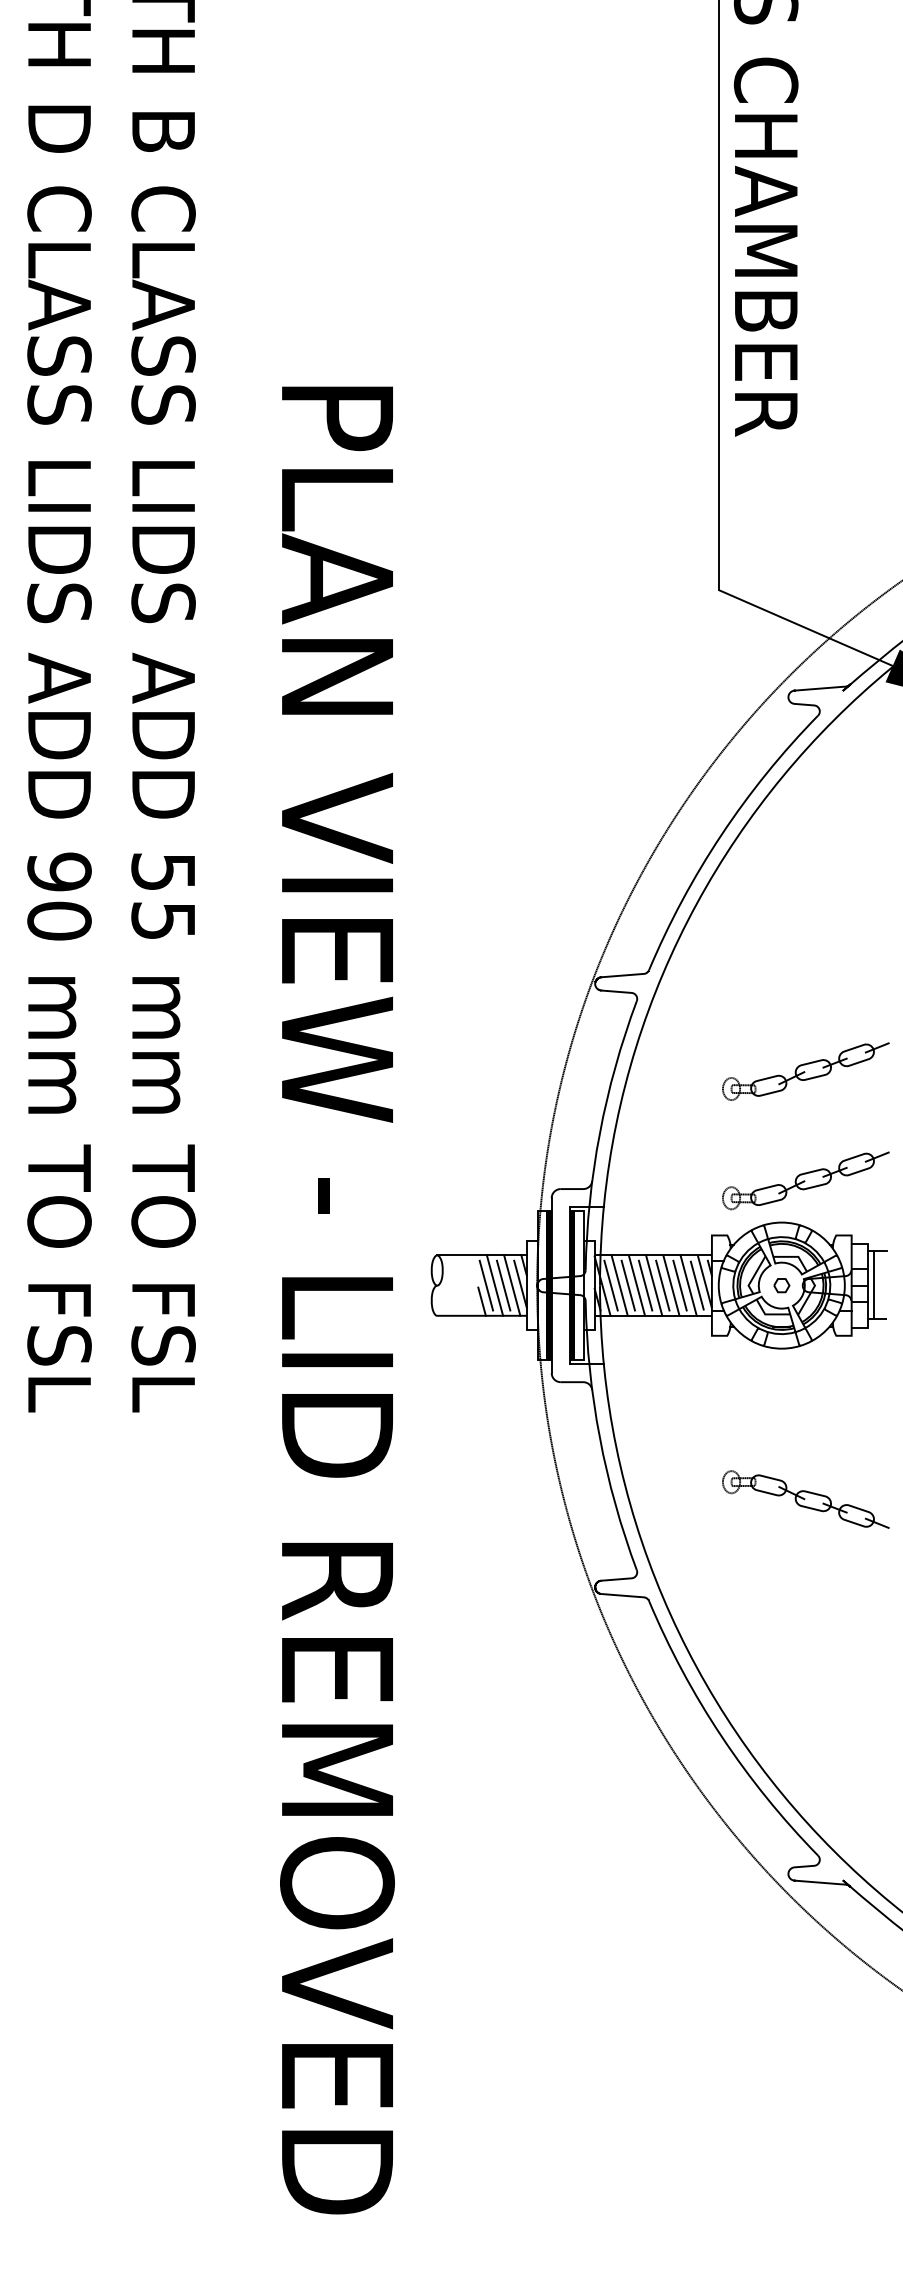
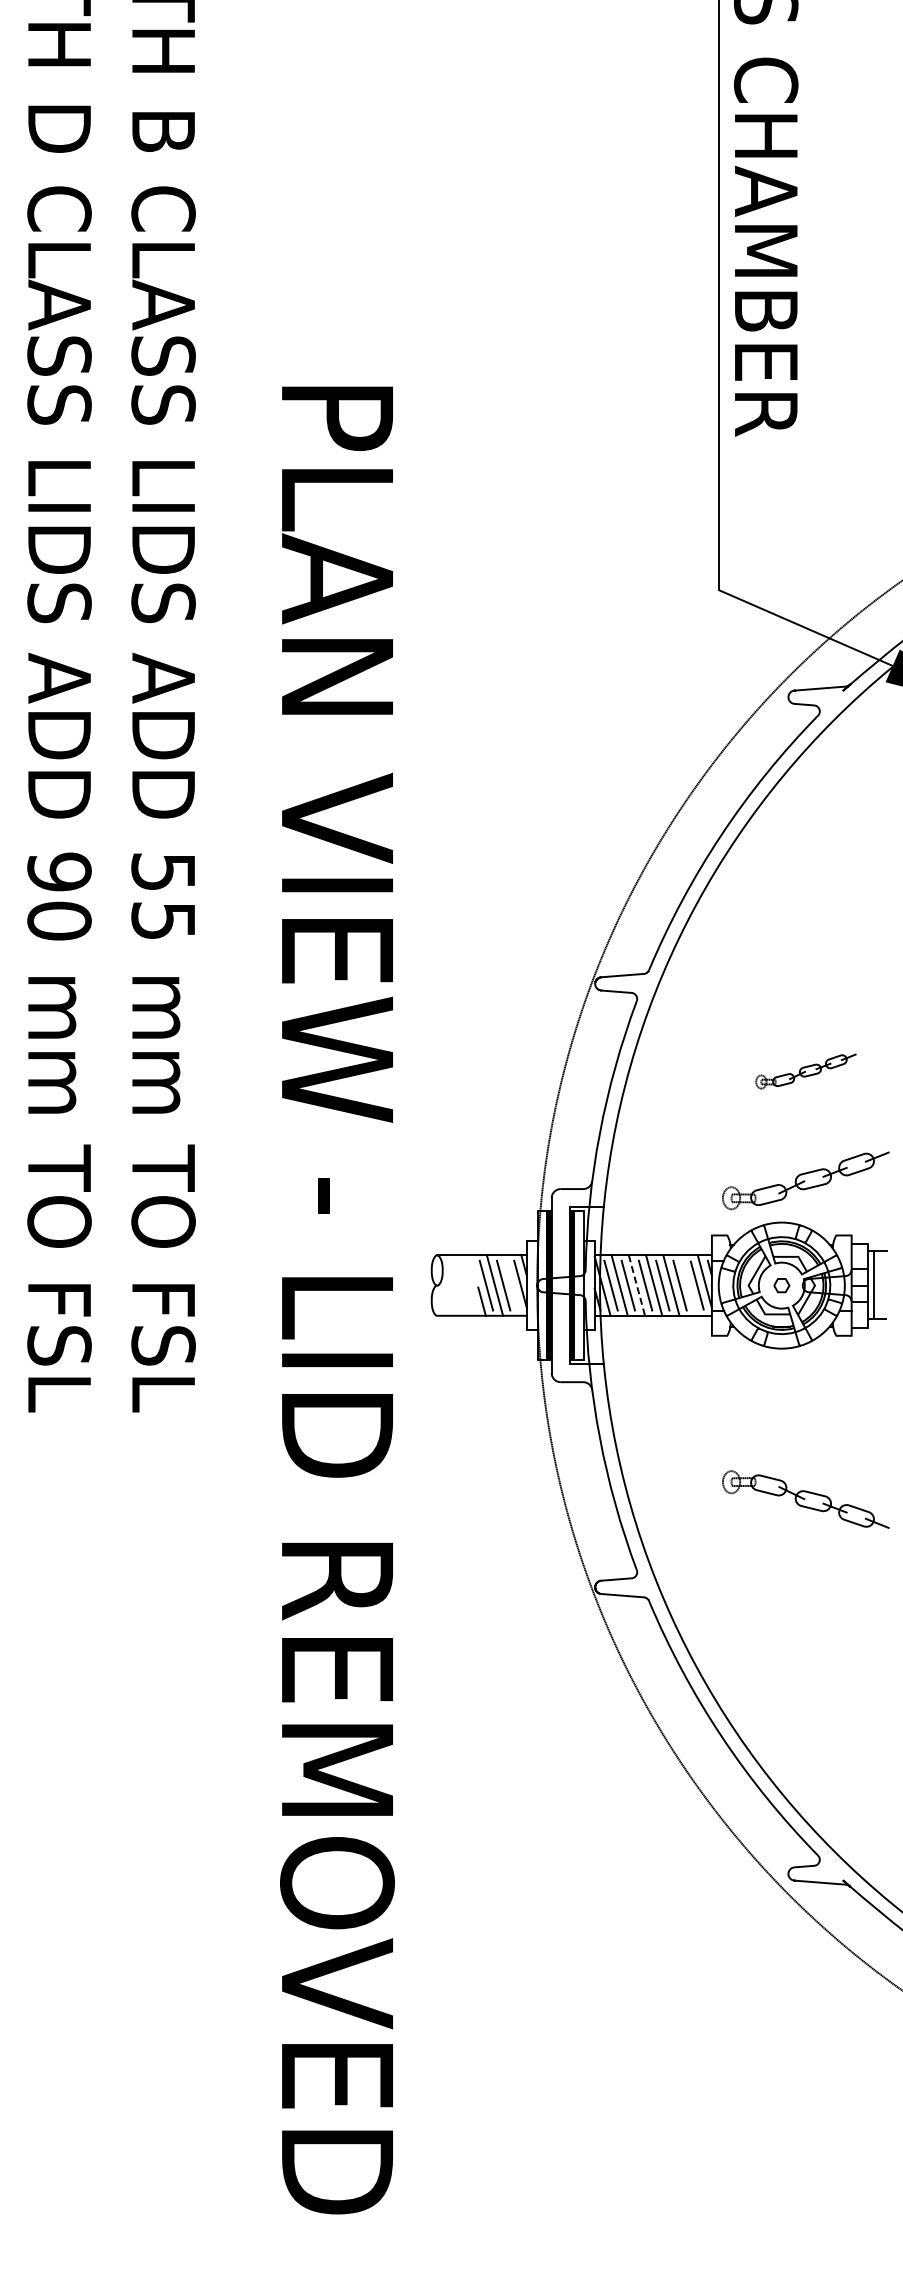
part at (805, 1071) size: 168x59 px -> 102x37 px
line at (512, 1285): present -> none
line at (688, 1285): present -> none
line at (637, 1286): solid -> dashed
